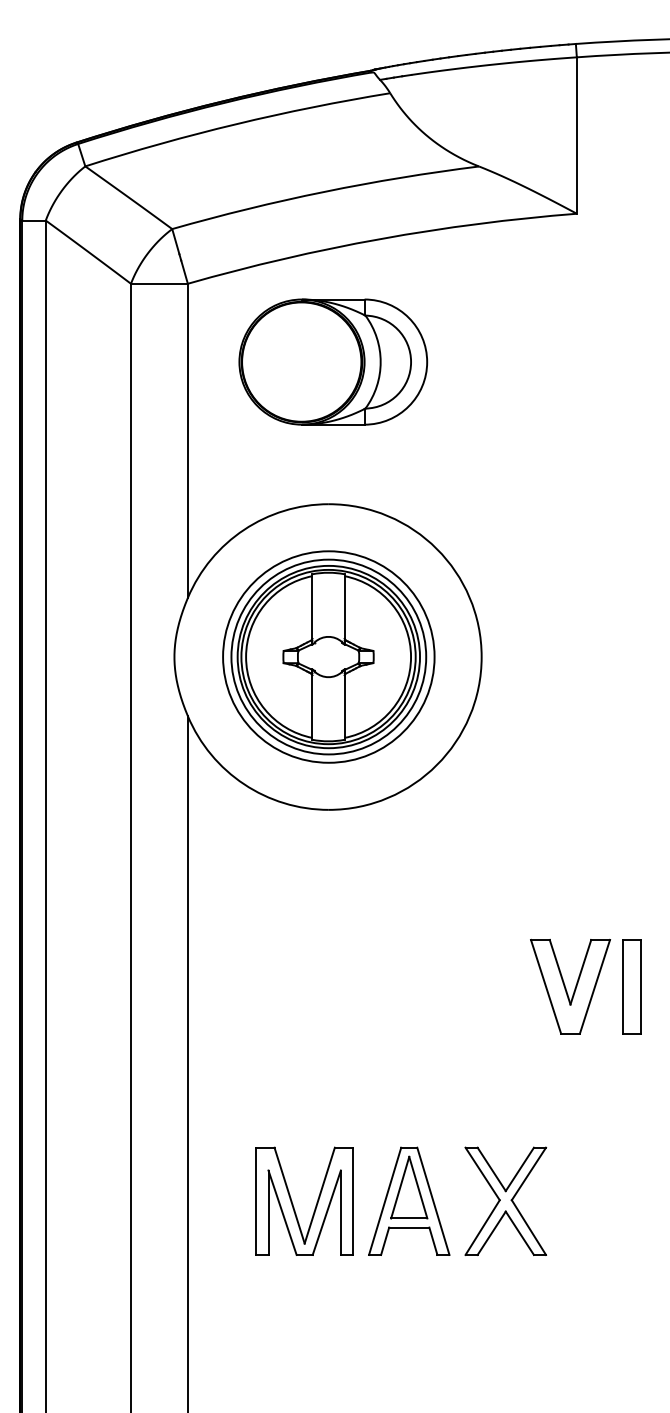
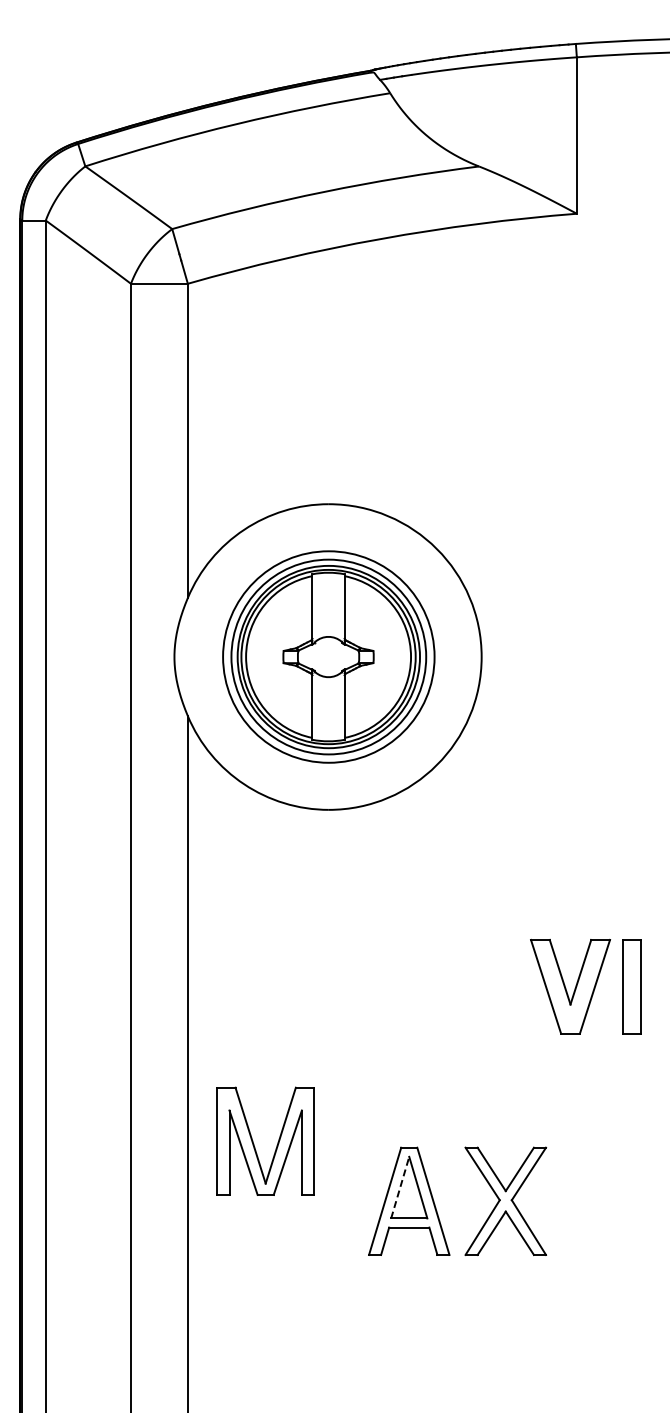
part at (333, 361): present -> none
line at (400, 1187): solid -> dashed
part at (293, 1204) position: (293, 1204) -> (254, 1144)
